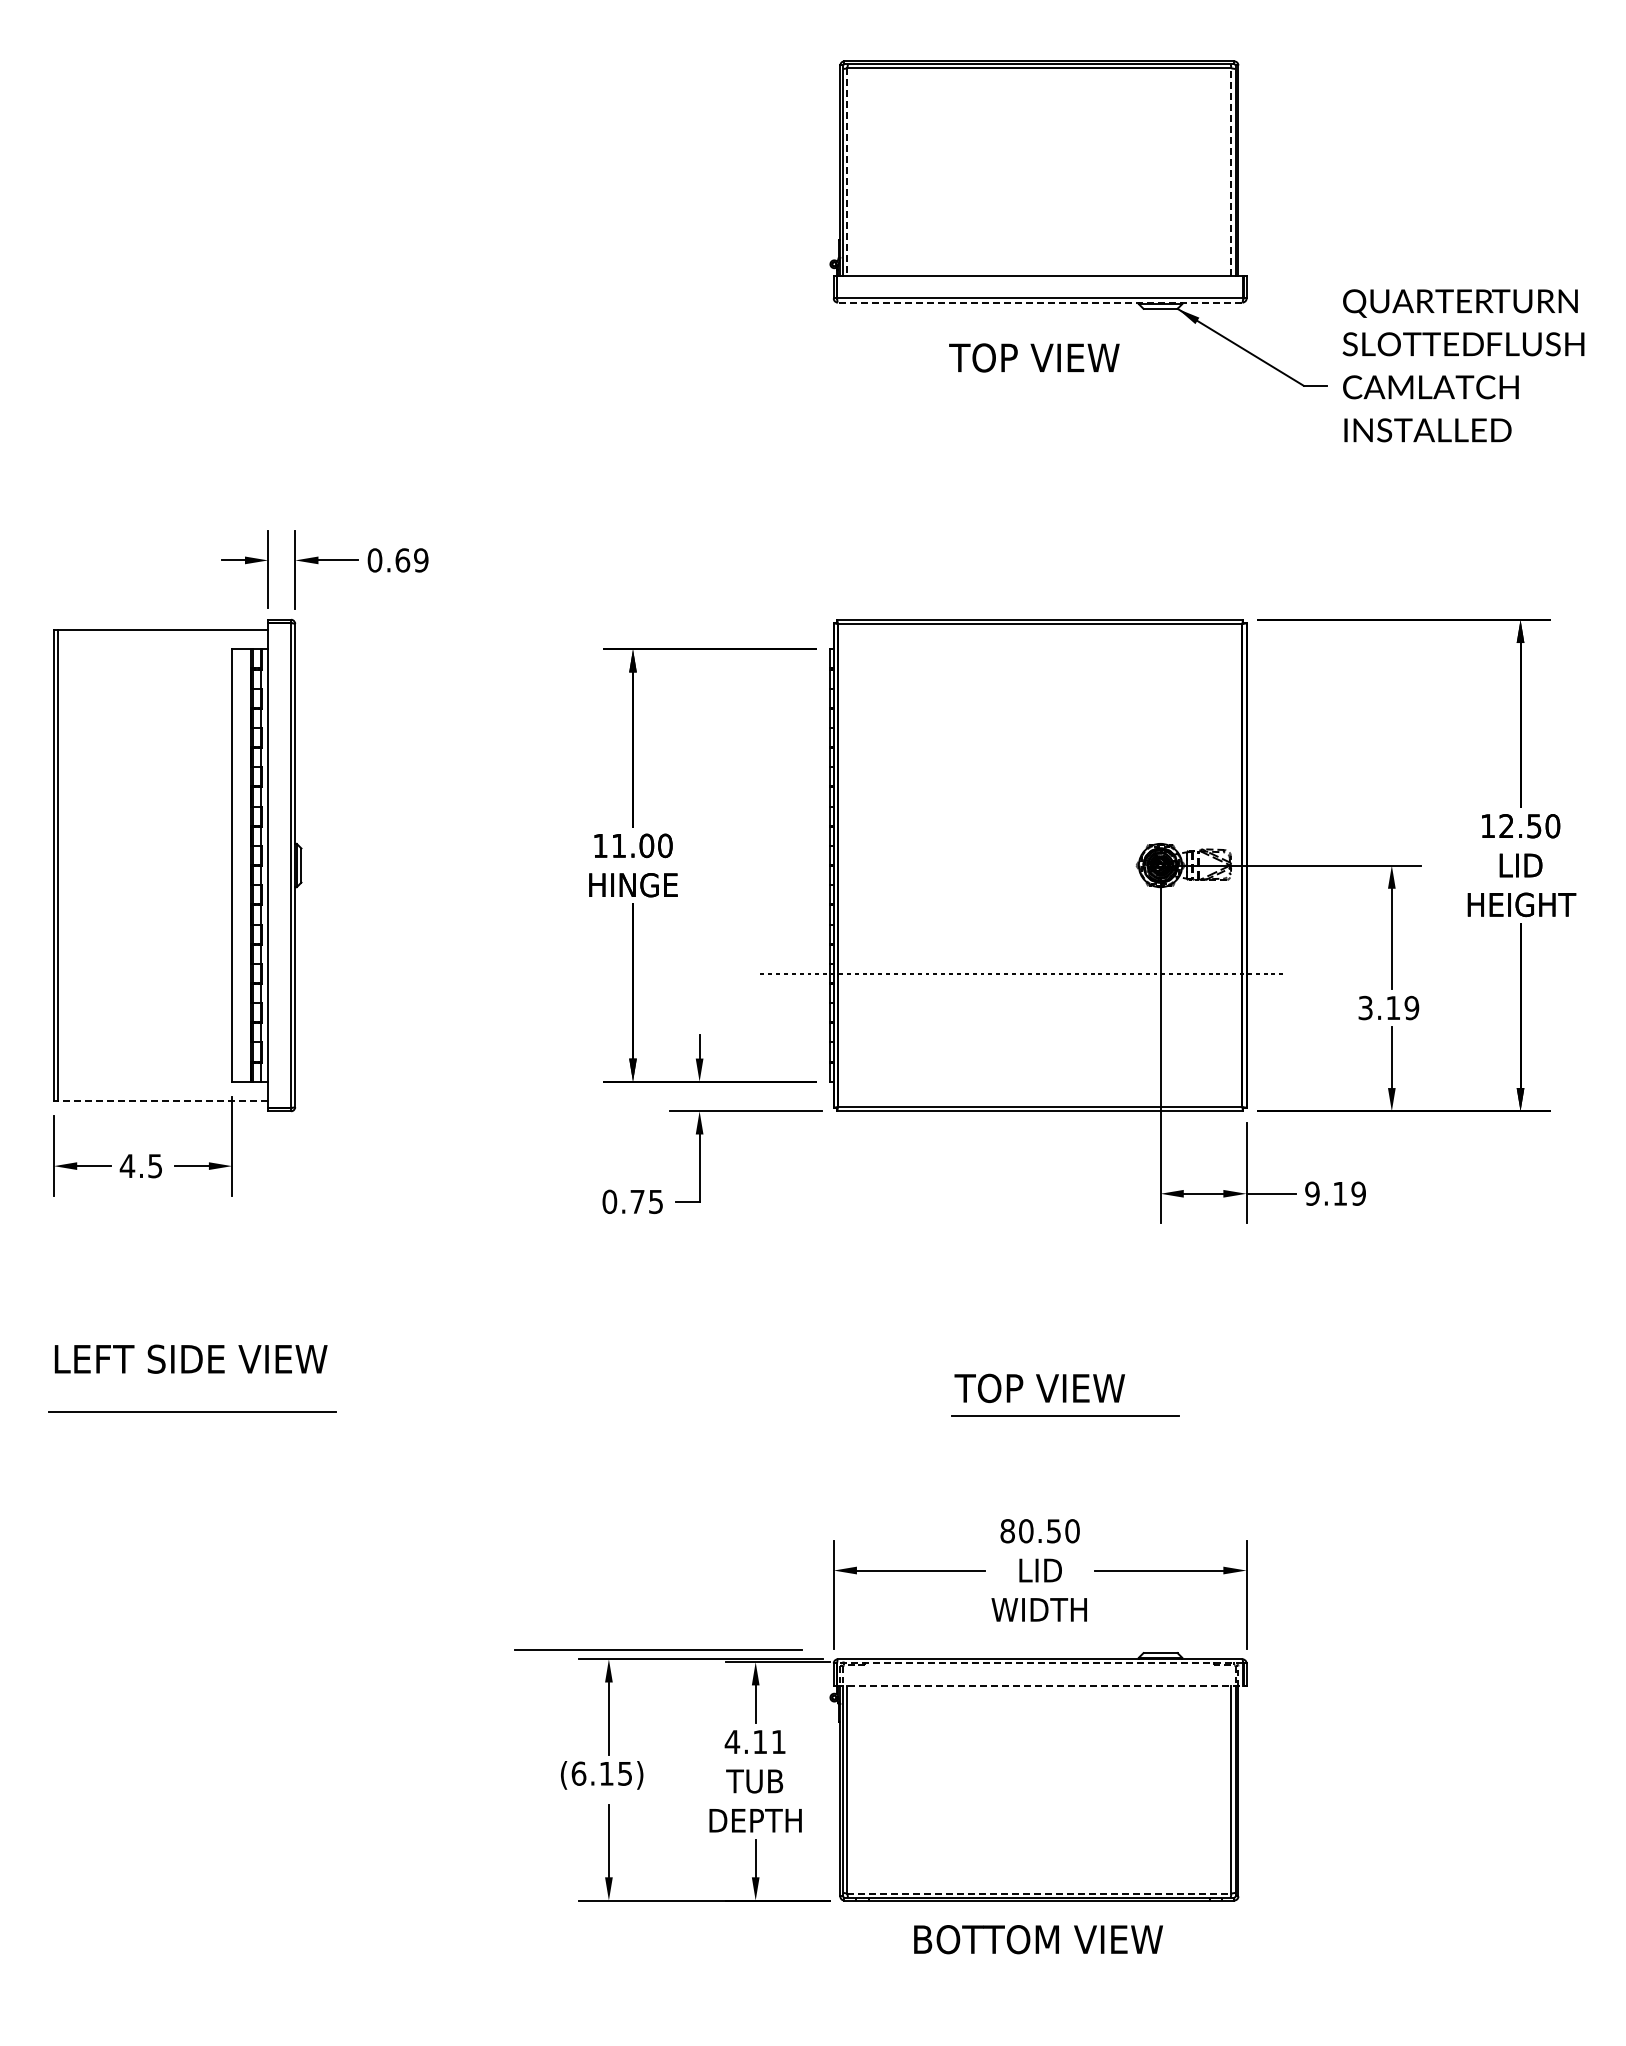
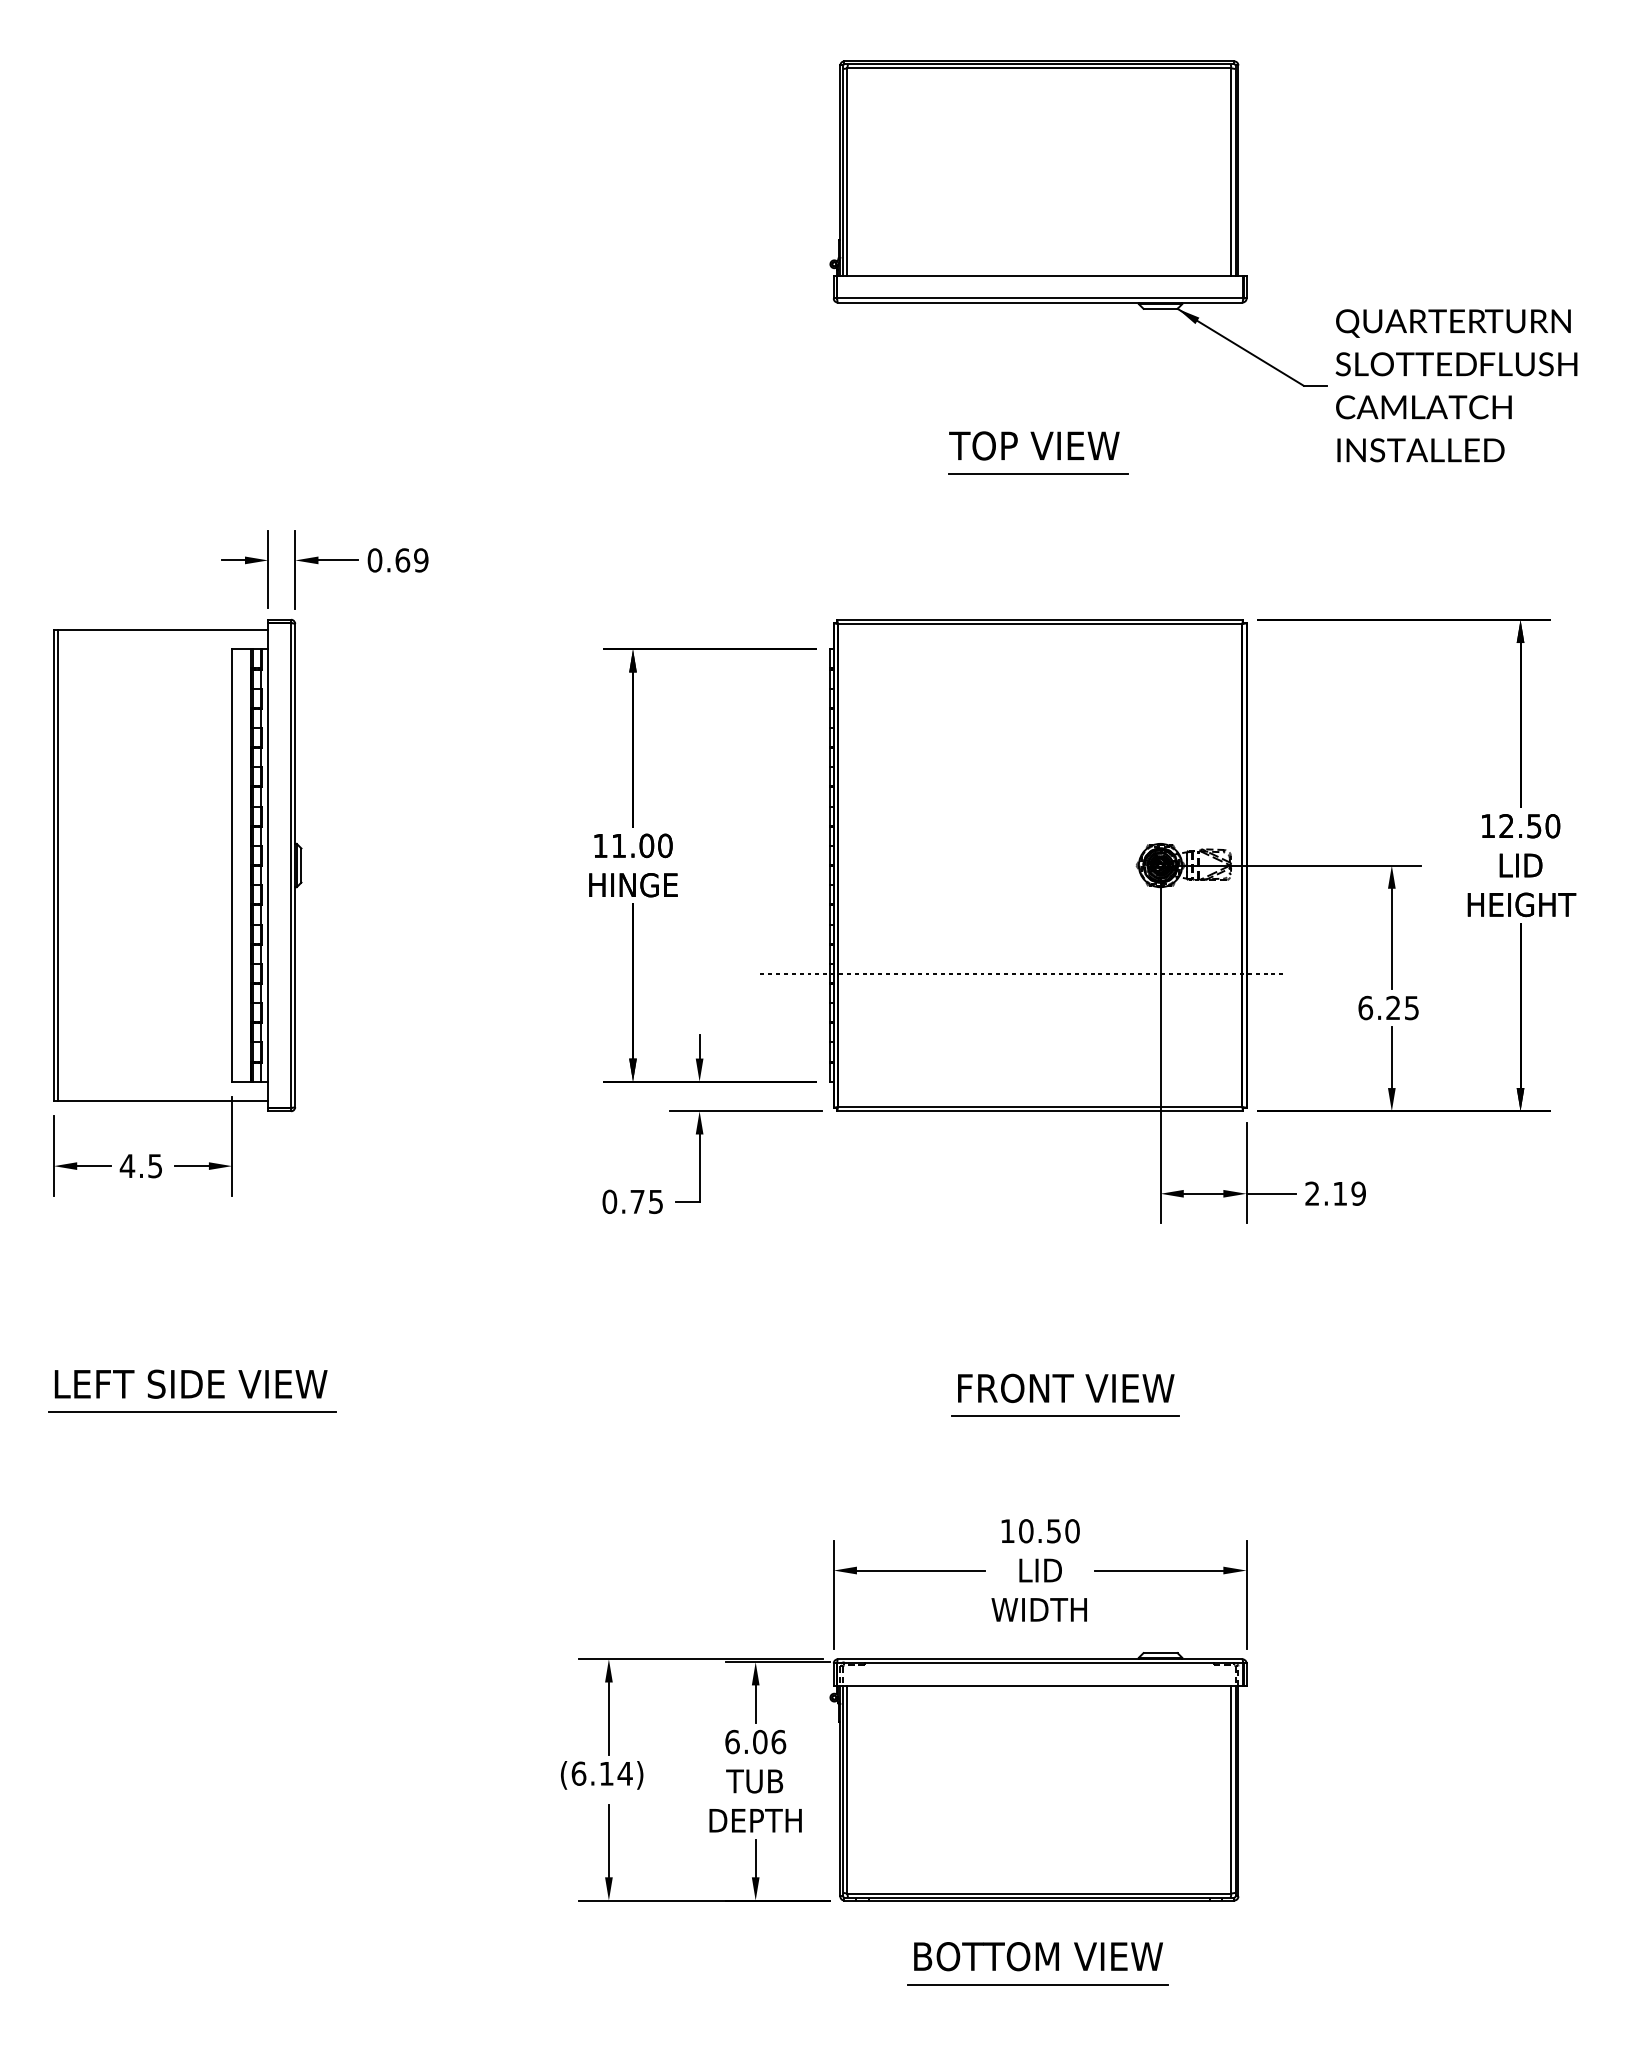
line at (847, 172): dashed -> solid
line at (1231, 172): dashed -> solid
line at (1039, 302): dashed -> solid
text at (1034, 357) position: (1034, 357) -> (1034, 445)
text at (1463, 365) position: (1463, 365) -> (1456, 385)
line at (1038, 473): none -> present
text at (1388, 1007): 3.19 -> 6.25
line at (162, 1101): dashed -> solid
text at (1312, 1193): 9.19 -> 2.19
text at (190, 1358) position: (190, 1358) -> (190, 1383)
text at (1064, 1388): TOP VIEW -> FRONT VIEW
text at (1007, 1531): 80.50 -> 10.50
line at (658, 1649): present -> none
line at (1039, 1663): dashed -> solid
line at (1040, 1686): dashed -> solid
text at (755, 1741): 4.11 -> 6.06
text at (624, 1773): (6.15) -> (6.14)
line at (1039, 1893): dashed -> solid
text at (1038, 1939) position: (1038, 1939) -> (1038, 1956)
line at (1037, 1984): none -> present
